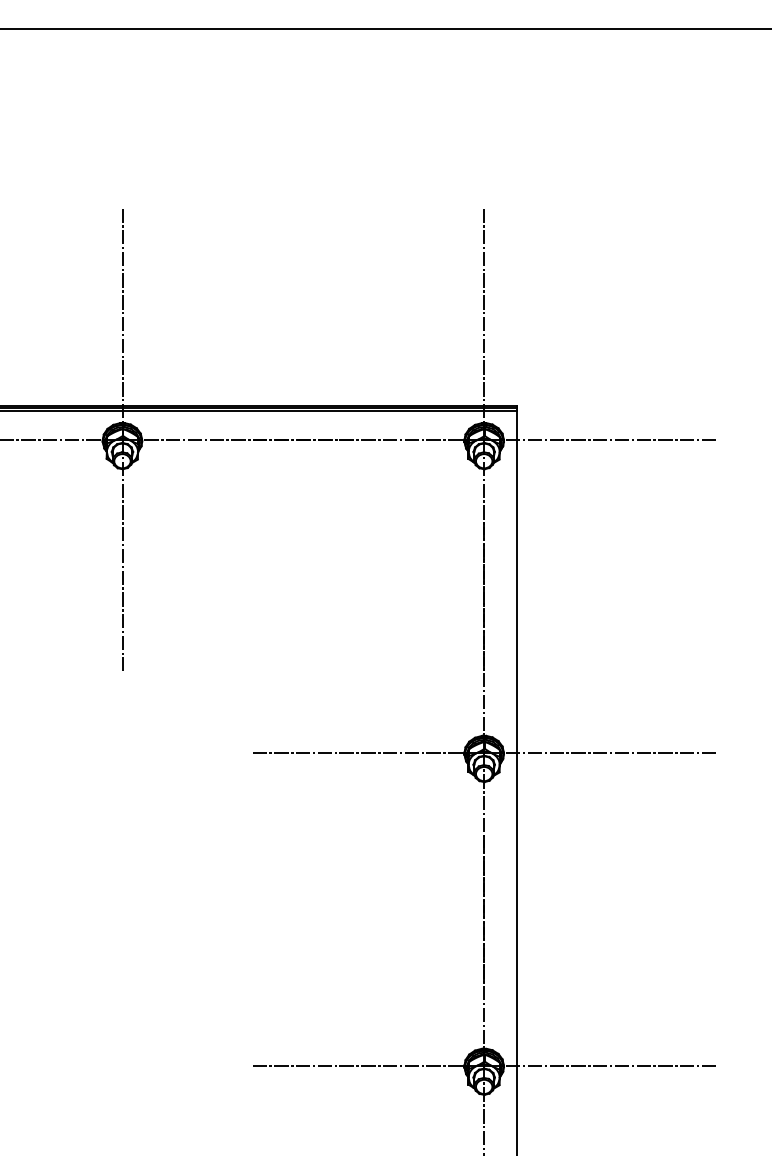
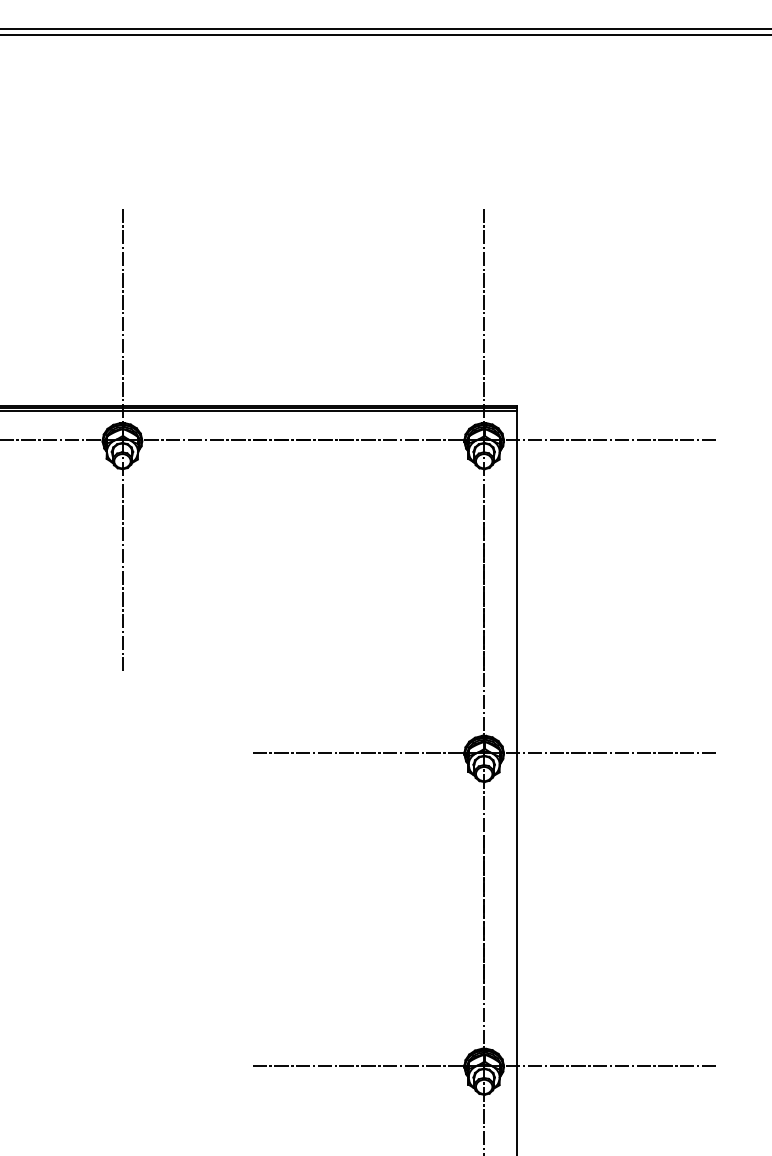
line at (385, 34): none -> present
